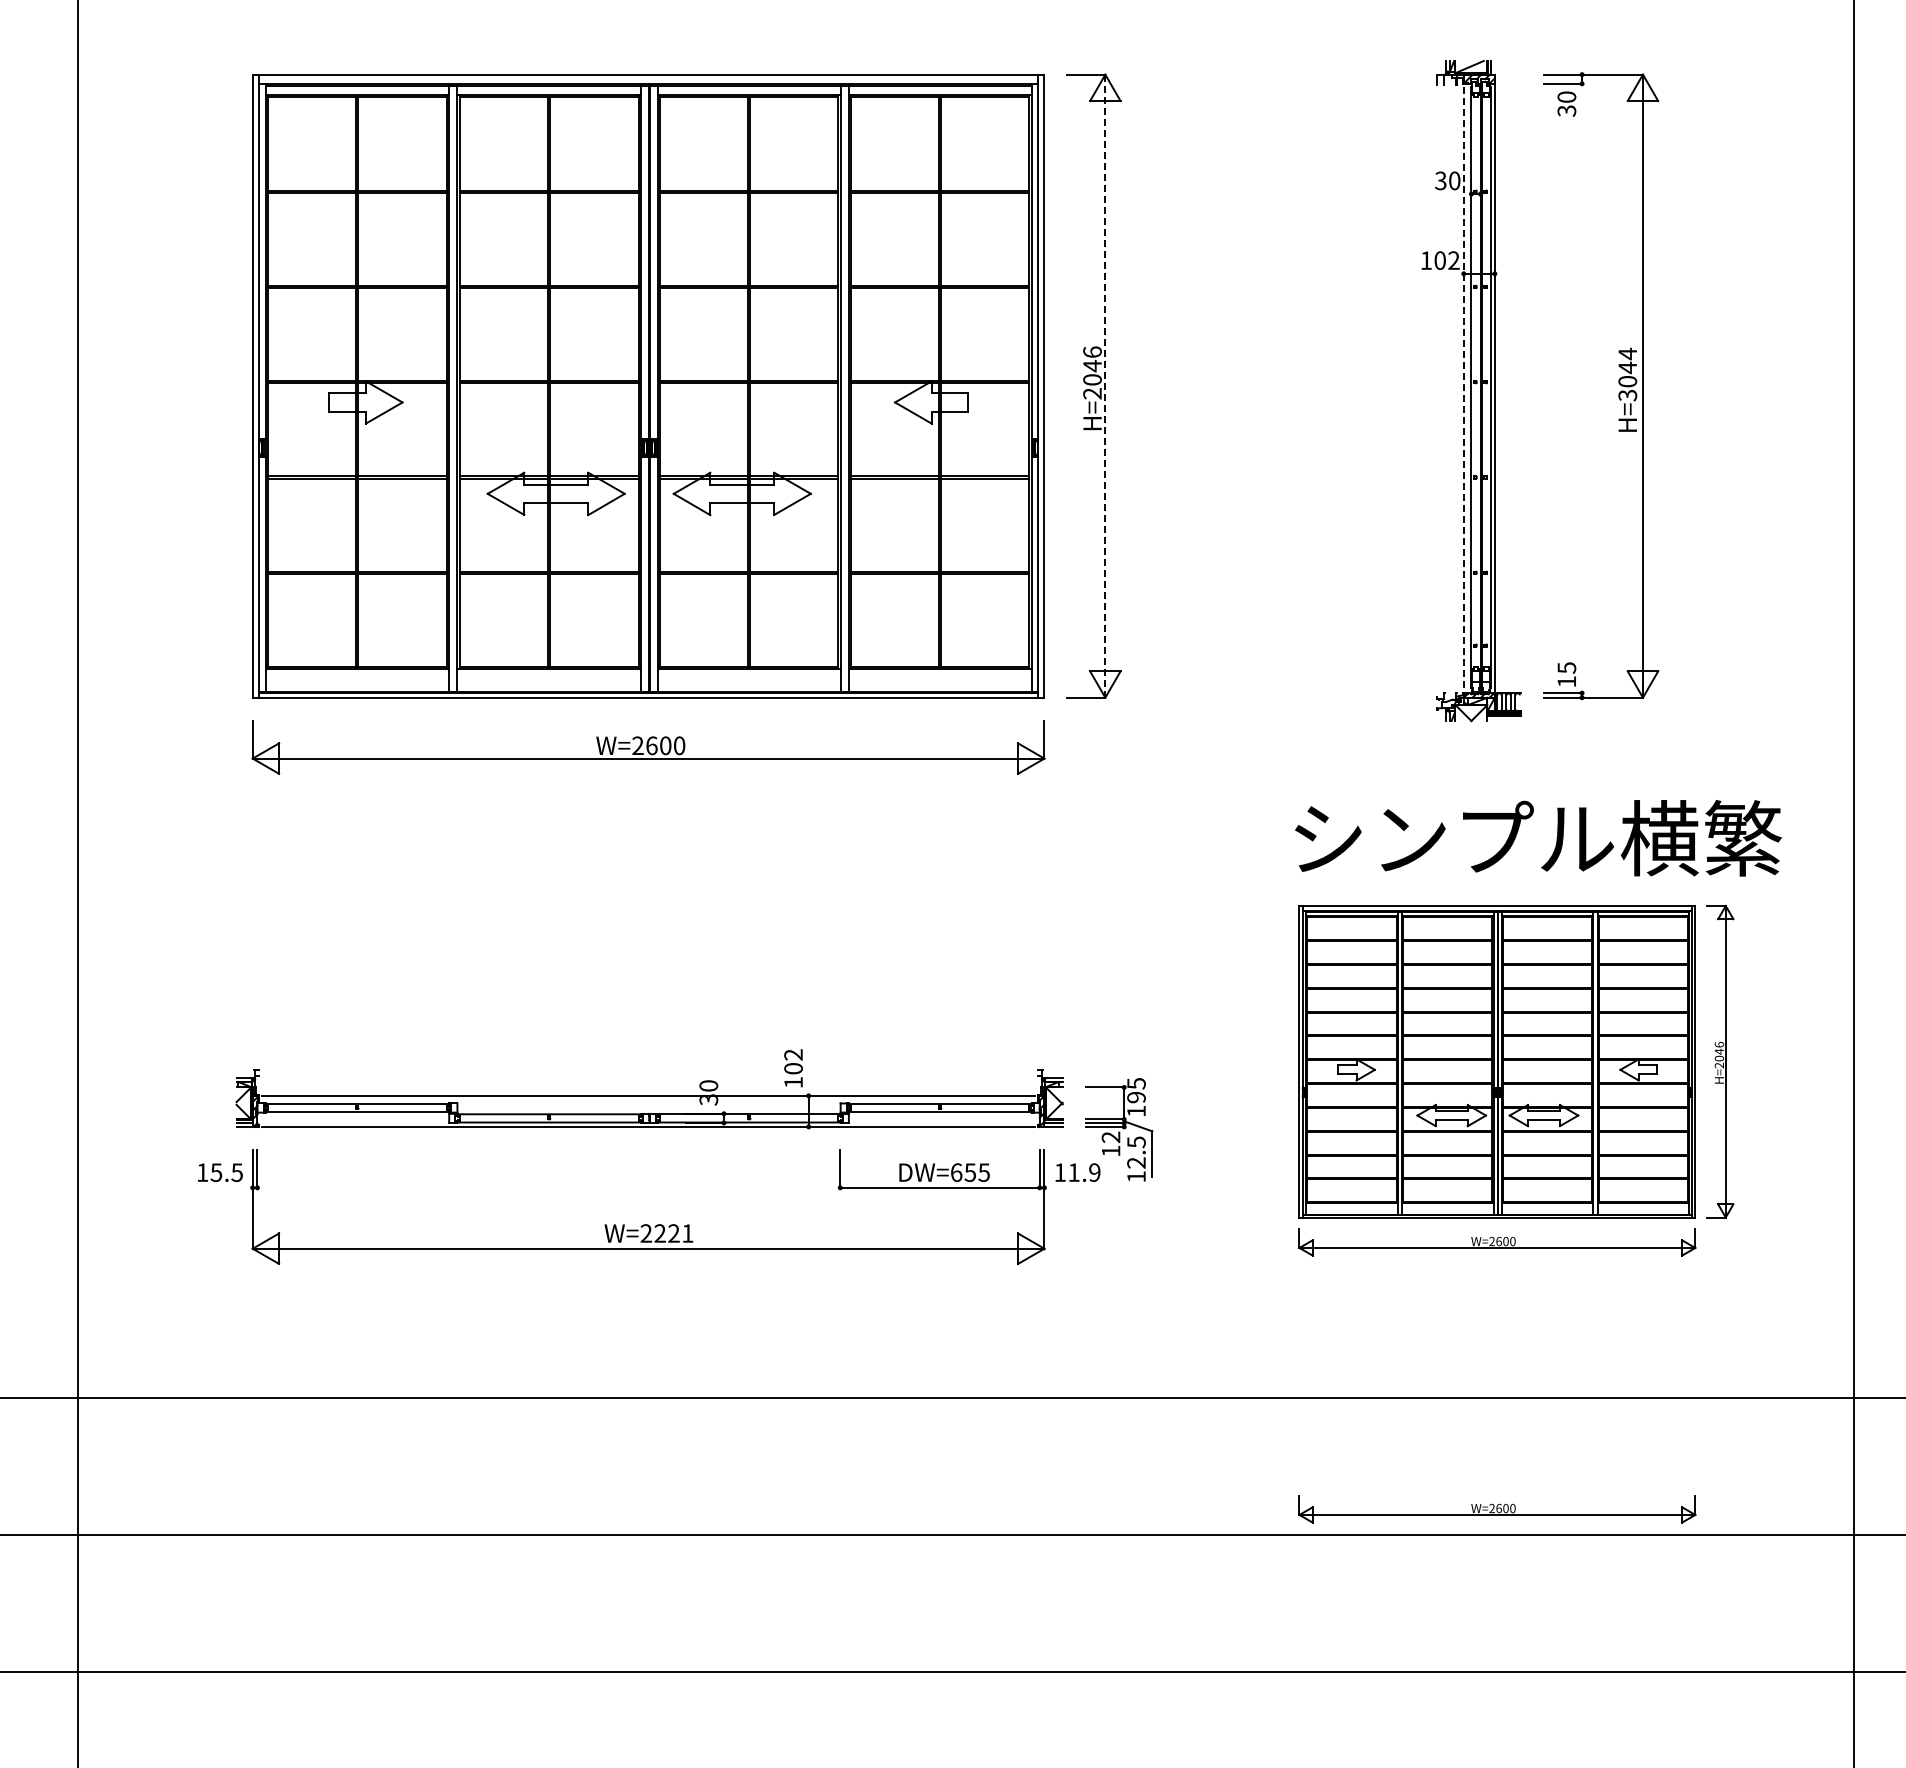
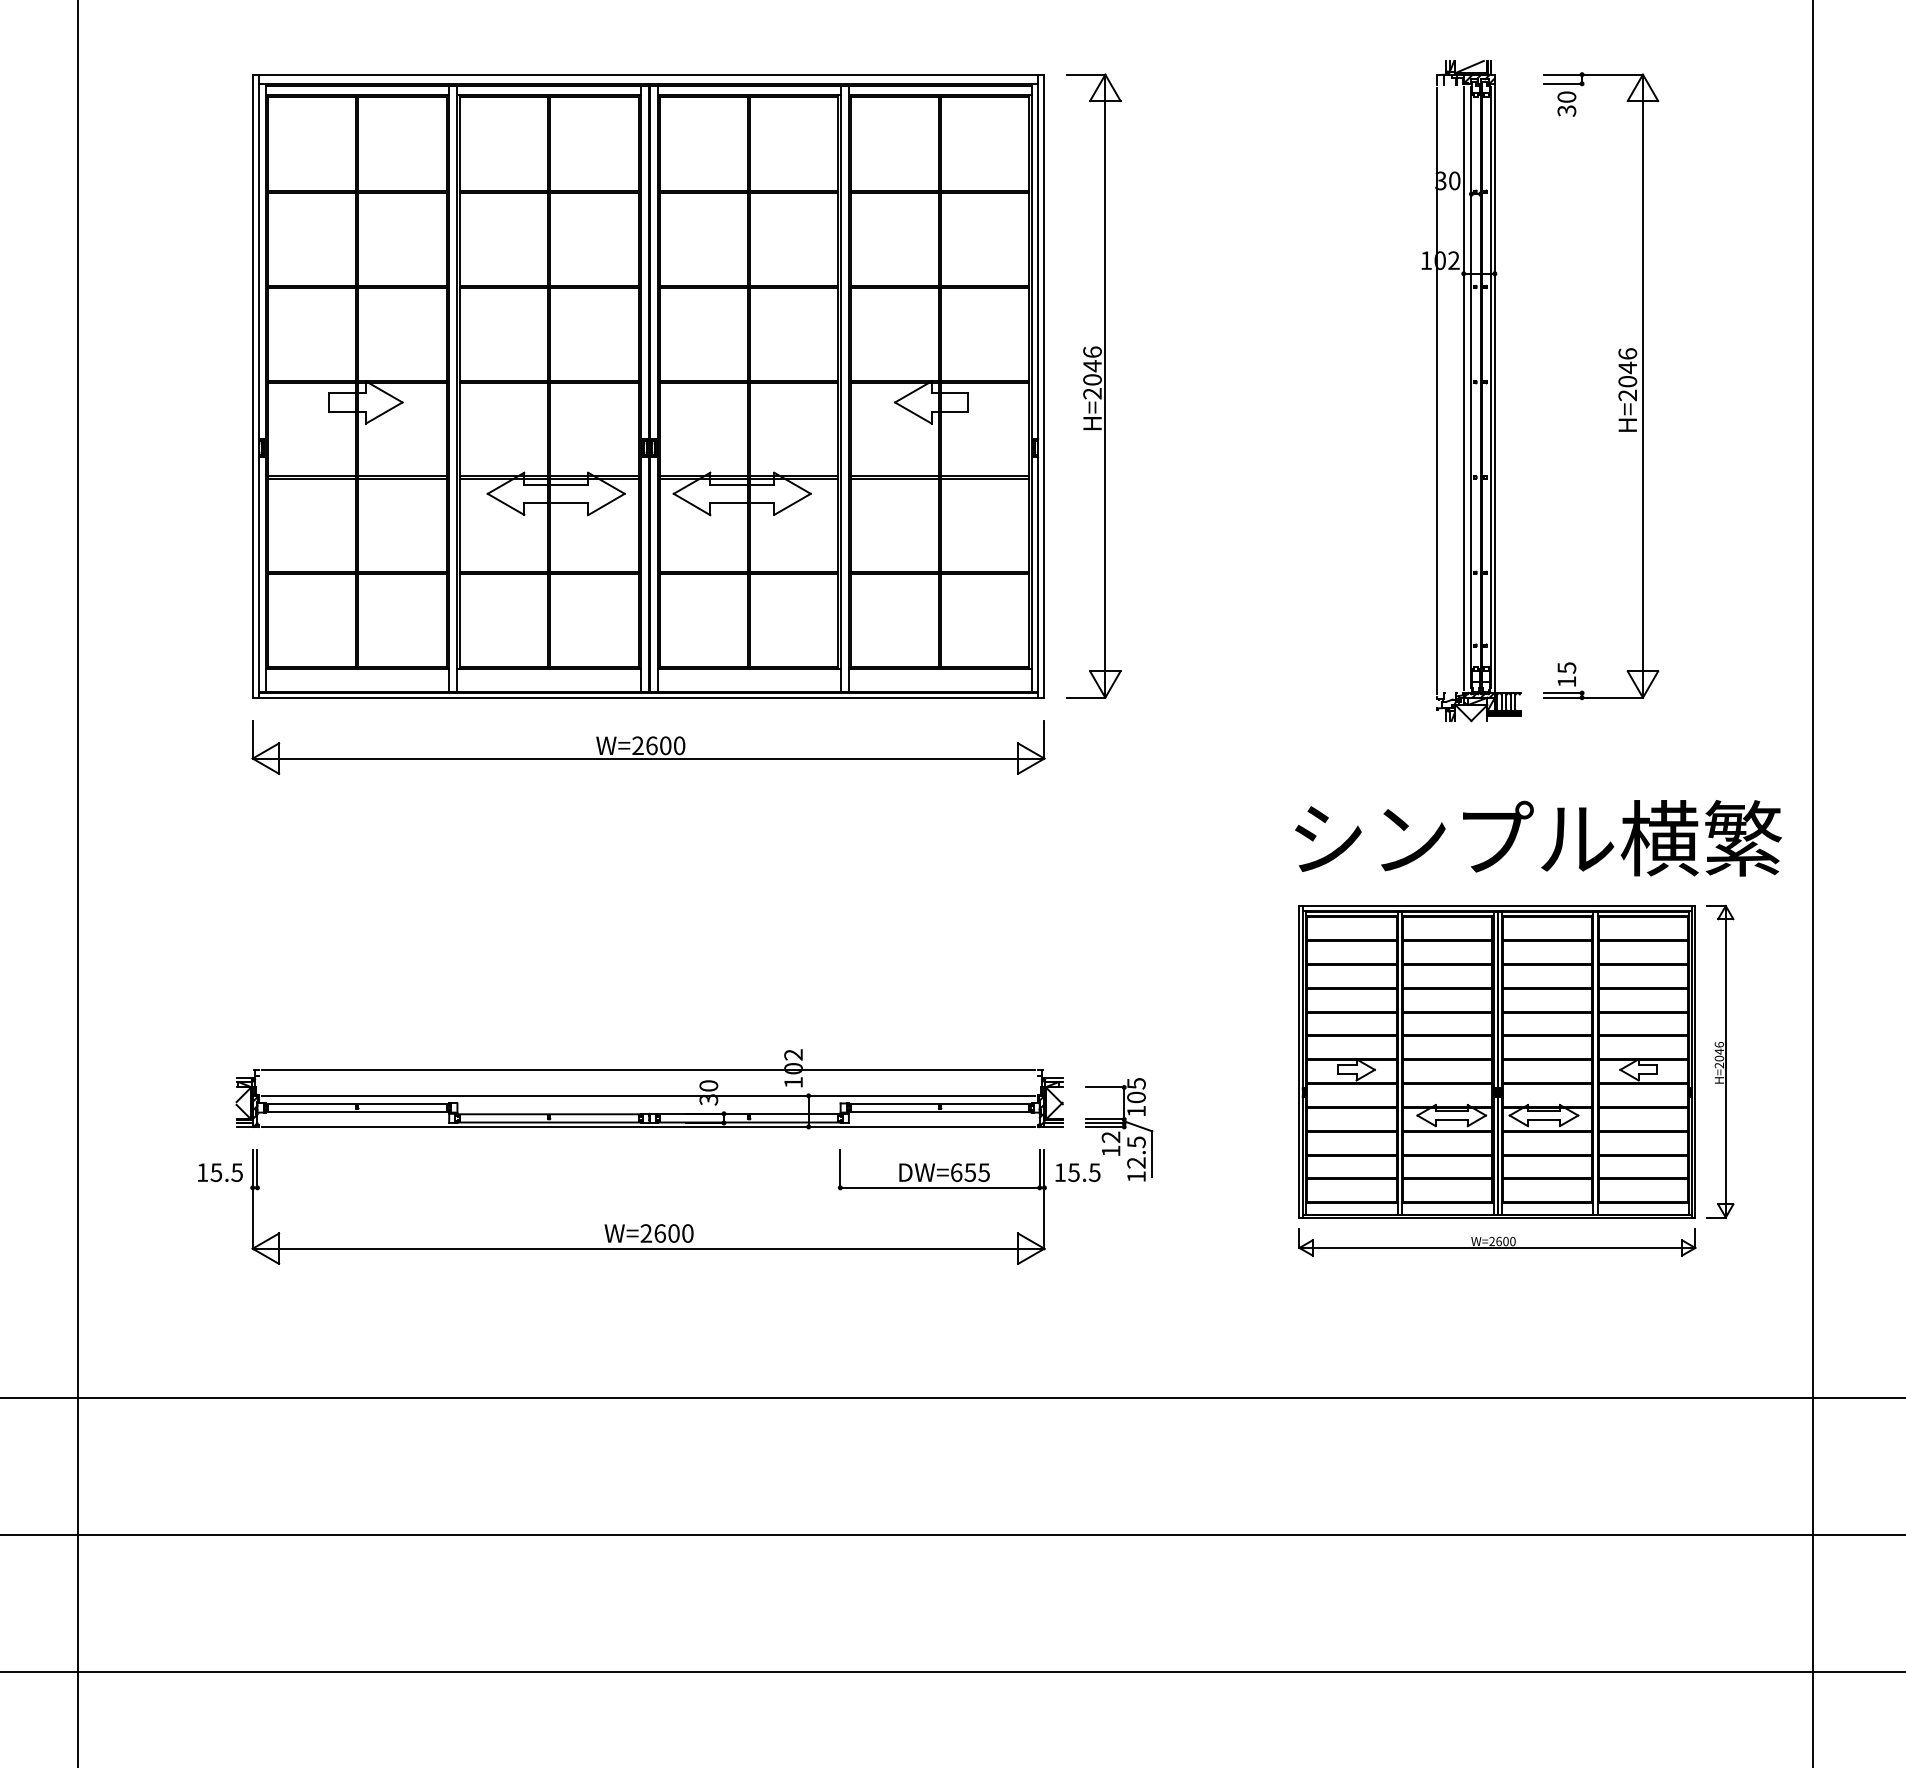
text at (1627, 374): H=3044 -> H=2046
line at (1105, 386): dashed -> solid
line at (1463, 388): dashed -> solid
line at (1437, 390): none -> present
line at (1854, 883) position: (1854, 883) -> (1813, 883)
line at (648, 1069): none -> present
text at (1136, 1097): 195 -> 105
text at (1084, 1172): 11.9 -> 15.5
text at (673, 1233): W=2221 -> W=2600
part at (1497, 1509): present -> none
